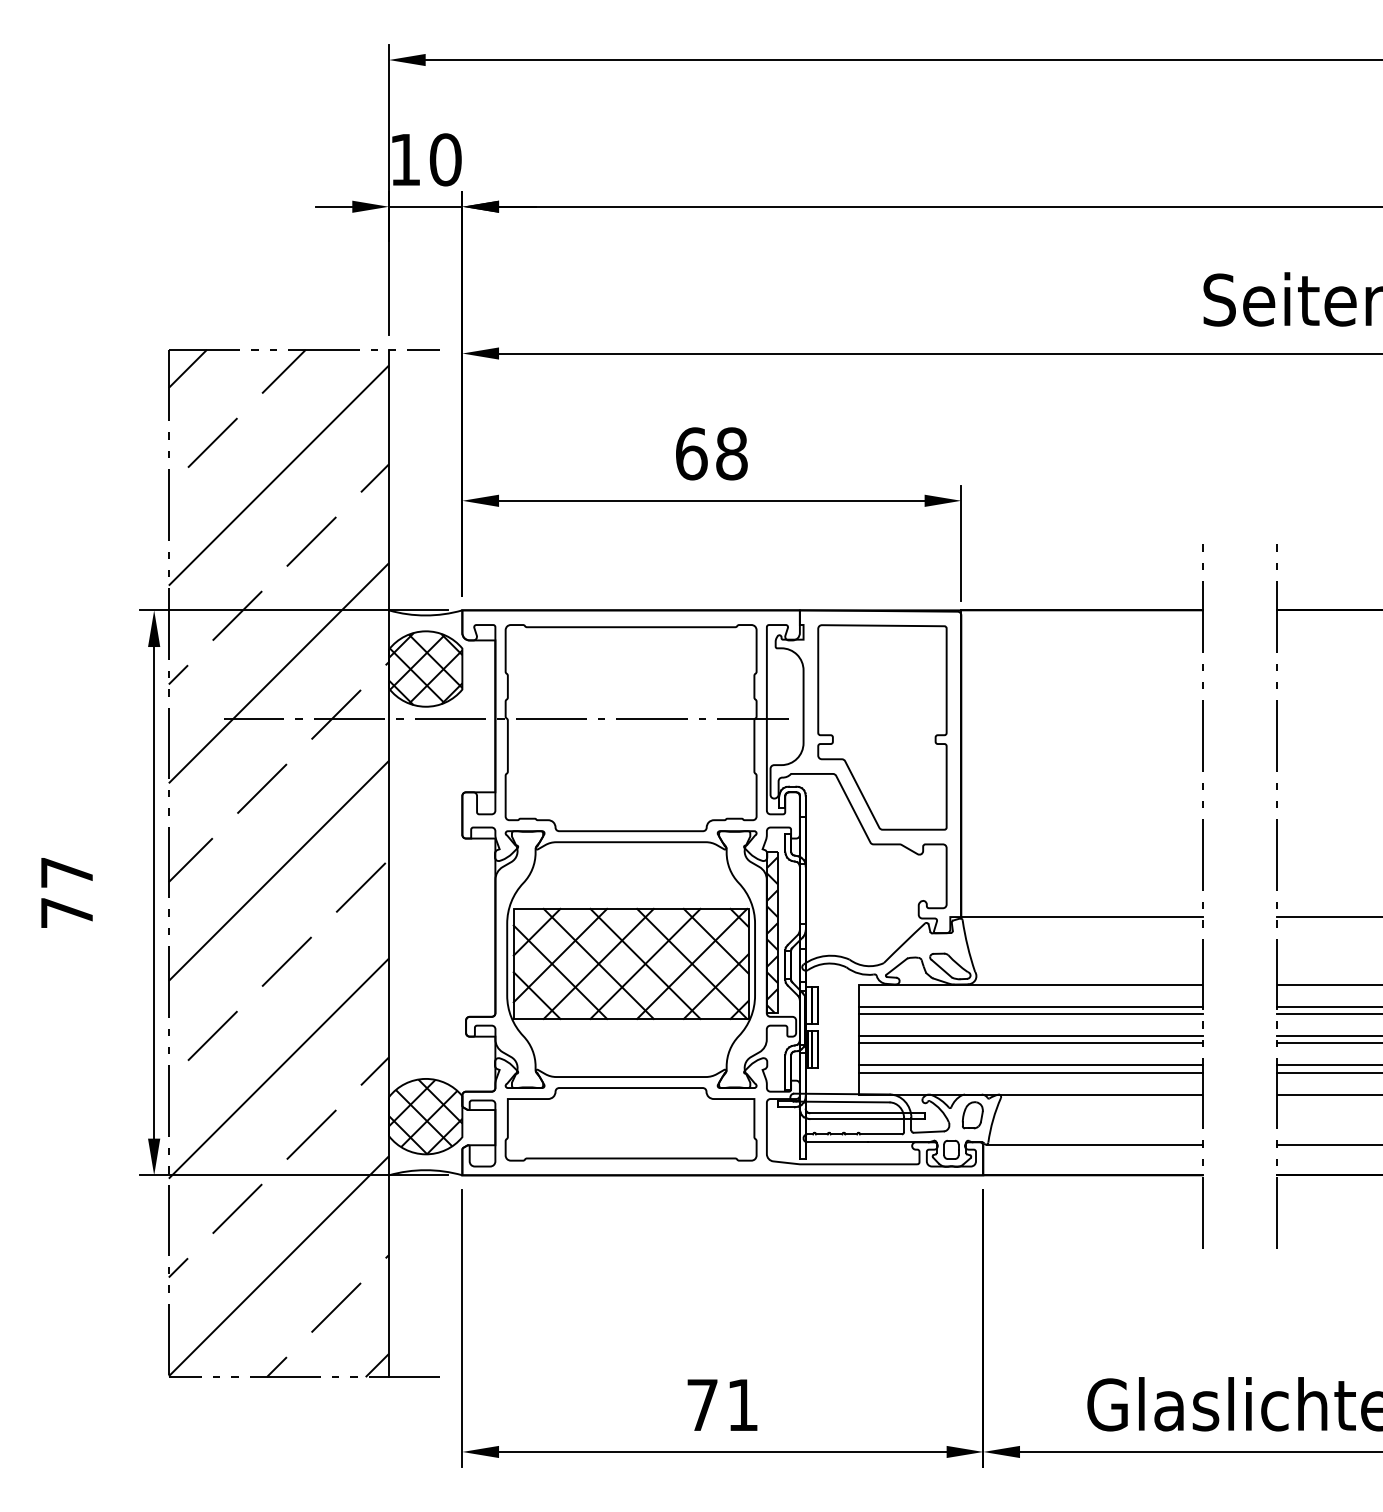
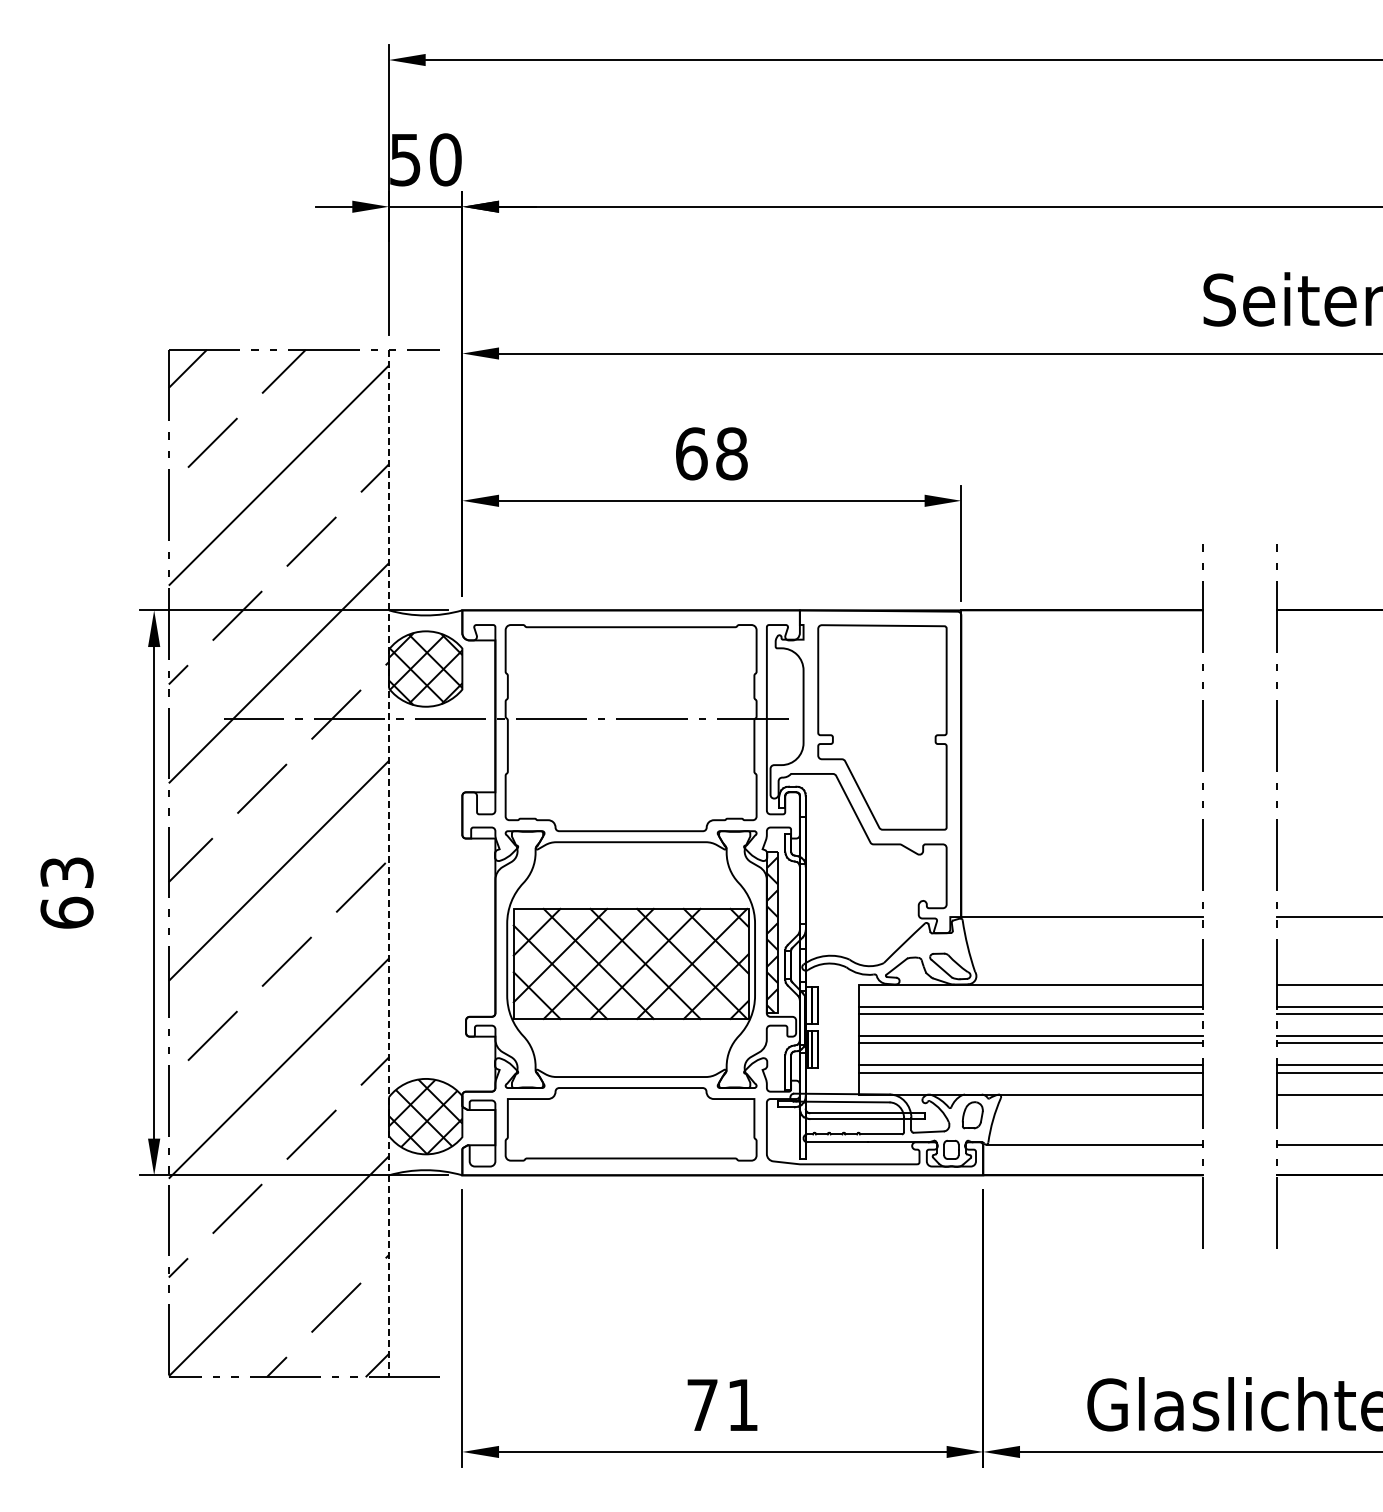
text at (405, 160): 10 -> 50
line at (388, 863): solid -> dashed
text at (66, 892): 77 -> 63
